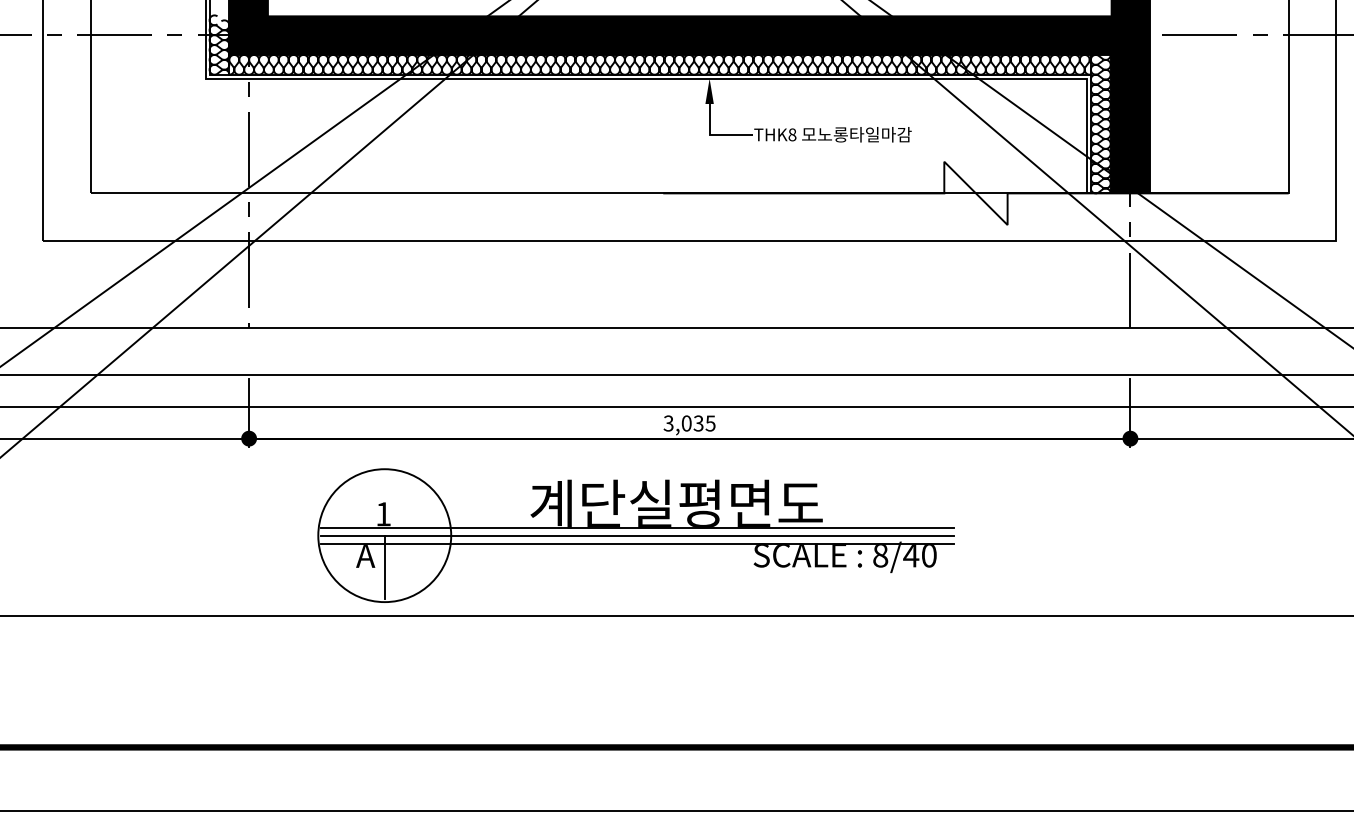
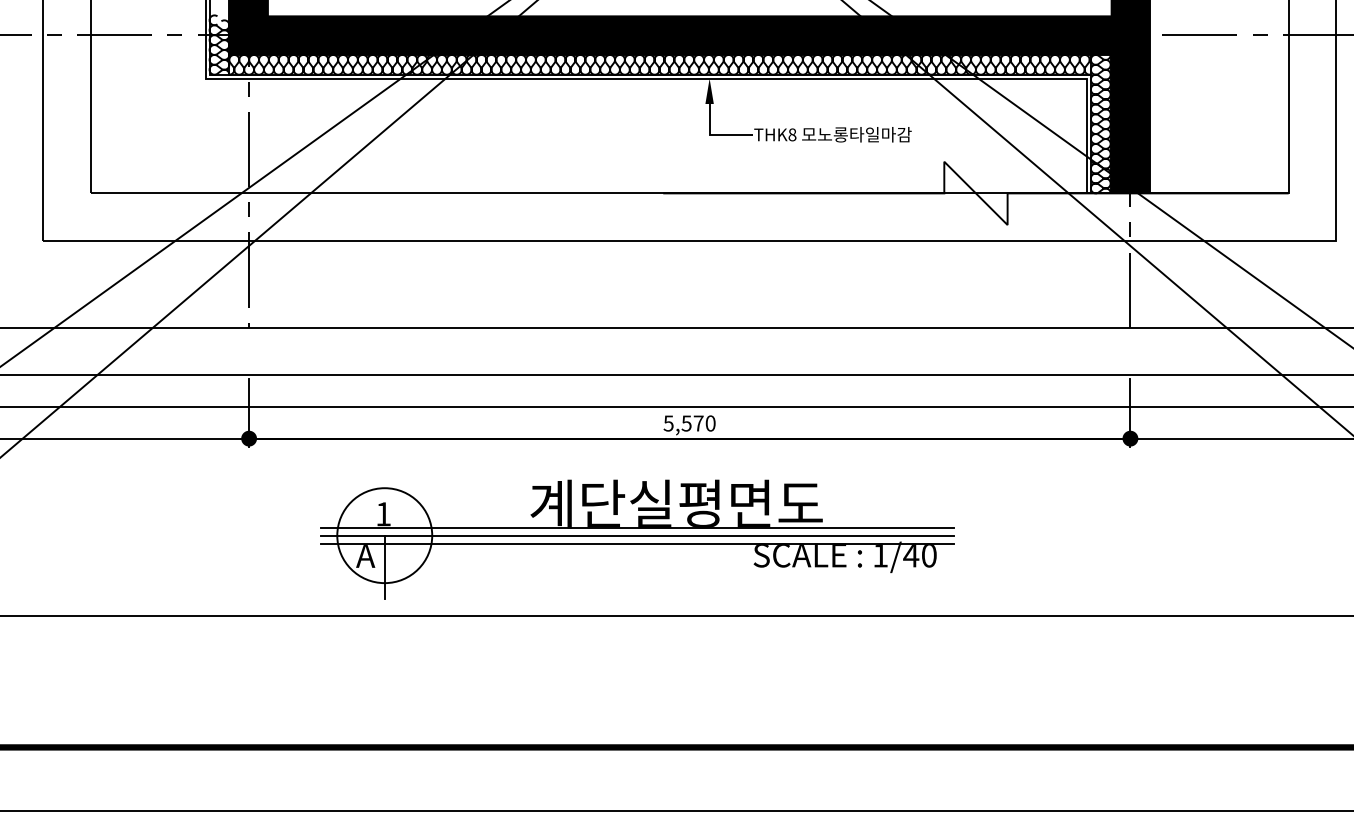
text at (689, 423): 3,035 -> 5,570
circle at (384, 535) diameter: 133 px -> 95 px
text at (880, 556): 8/40 -> 1/40
